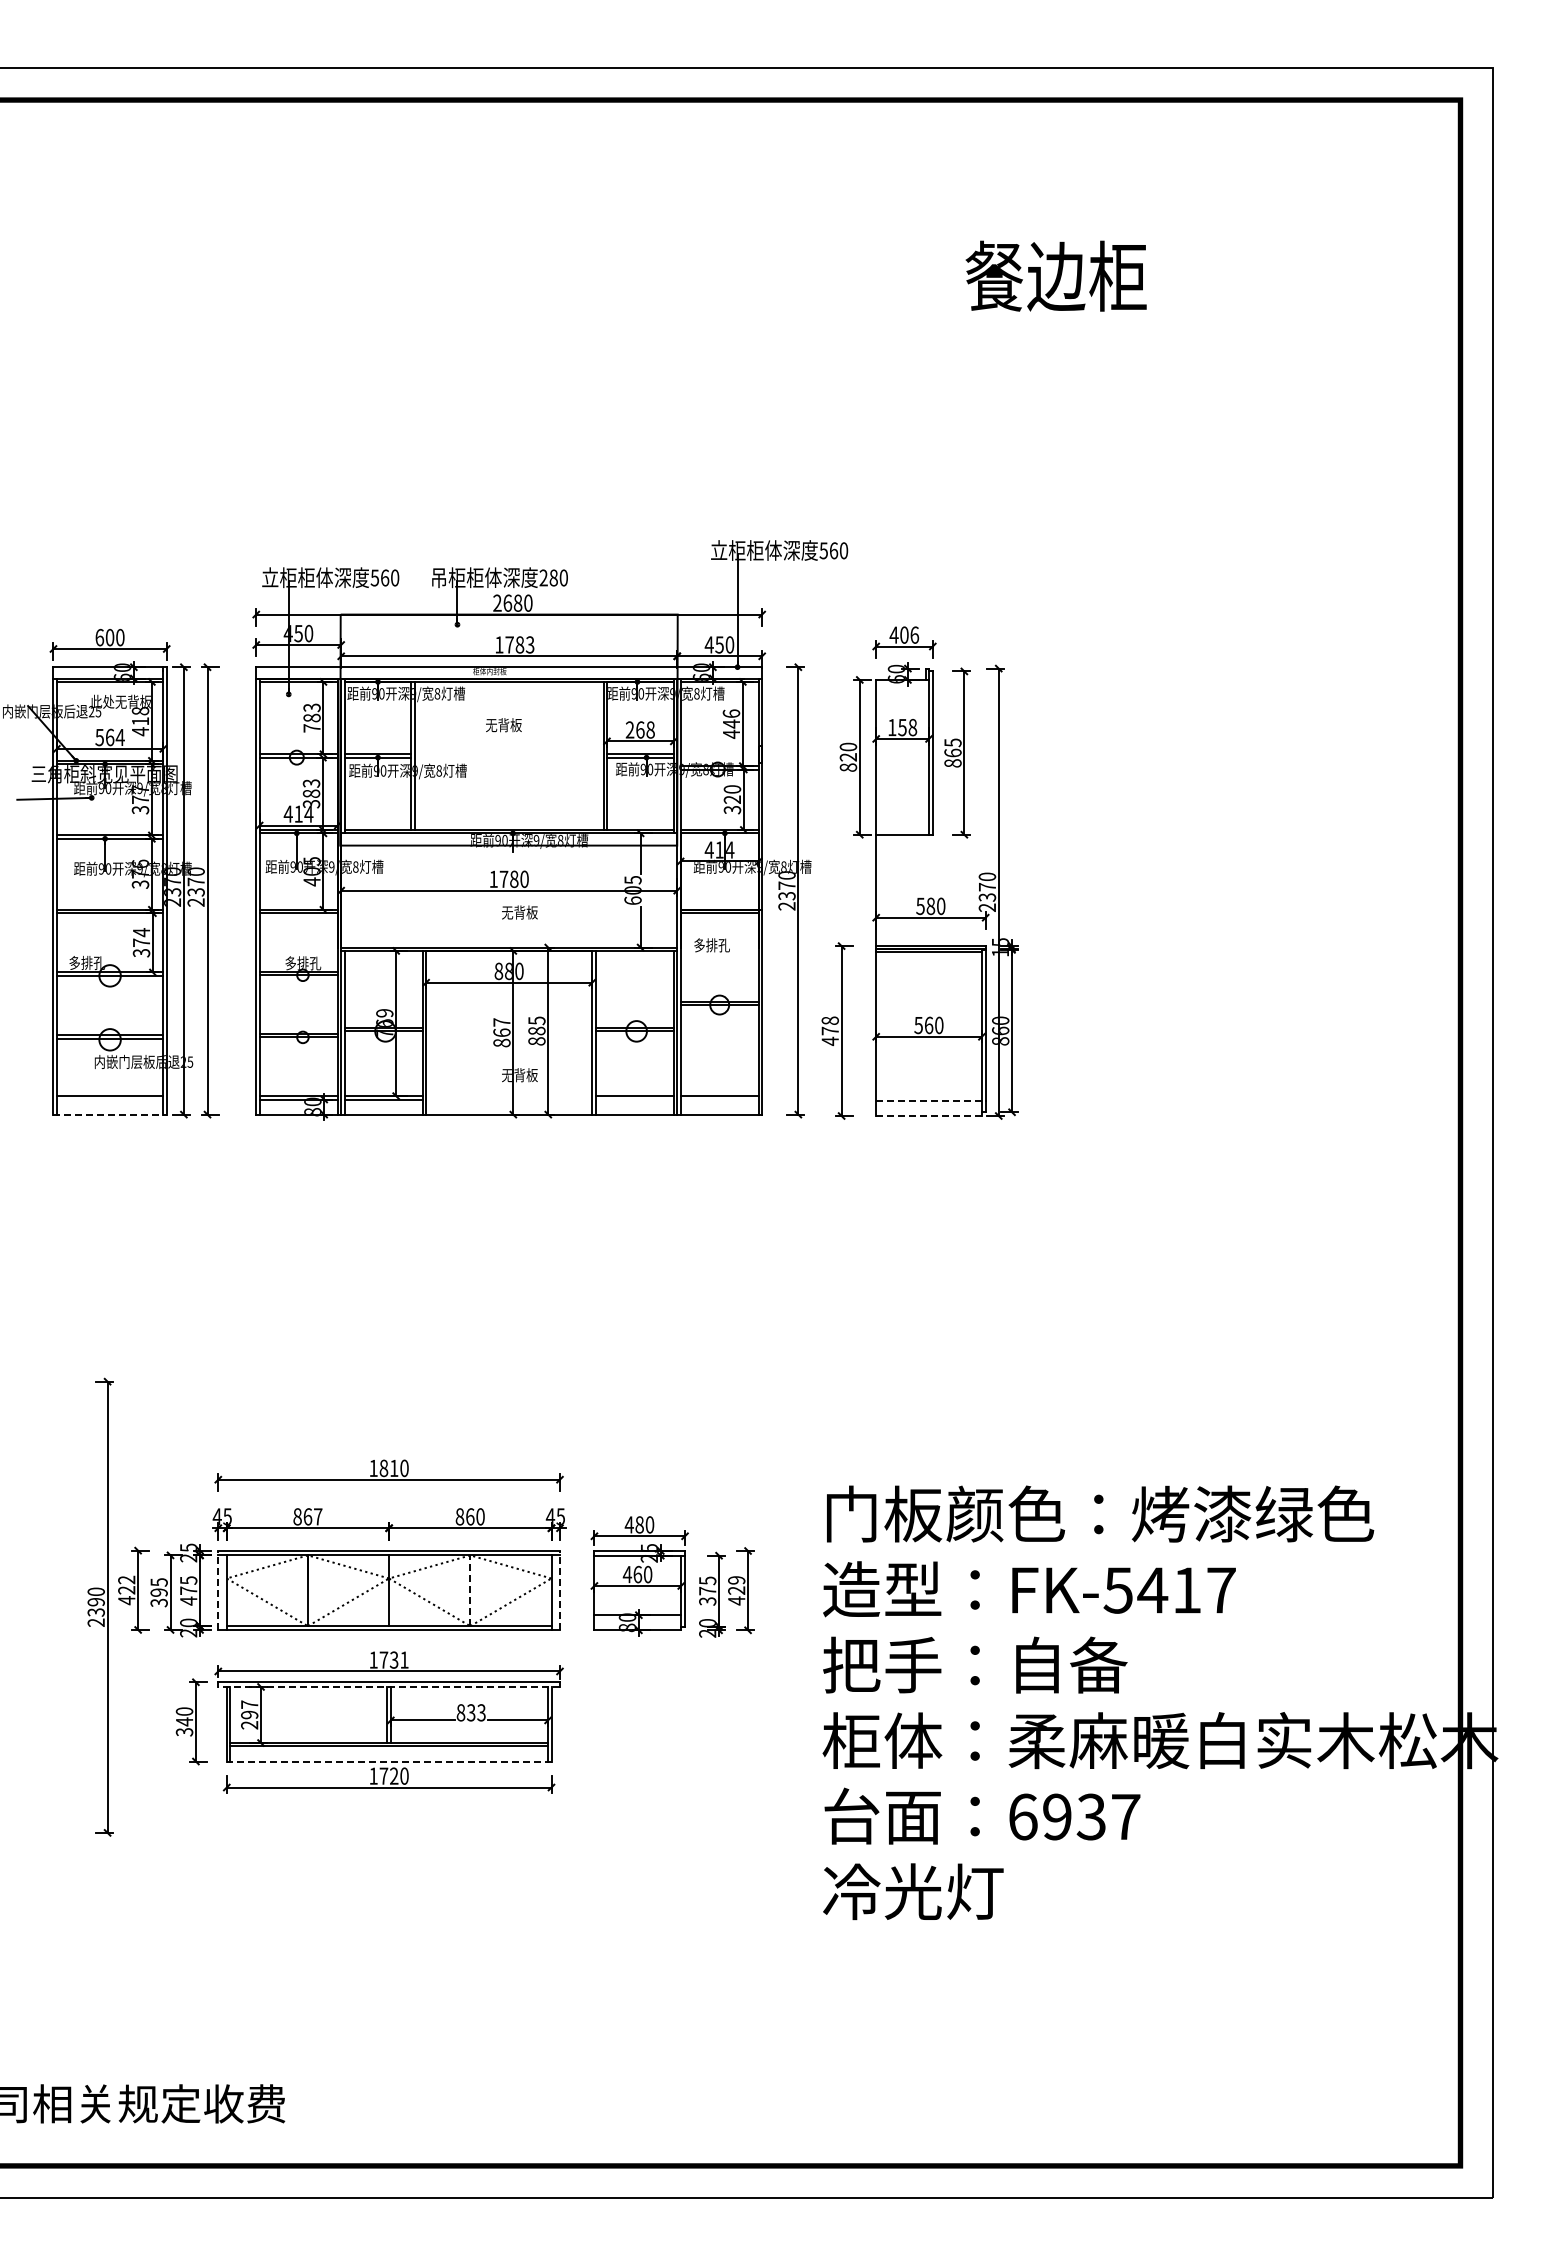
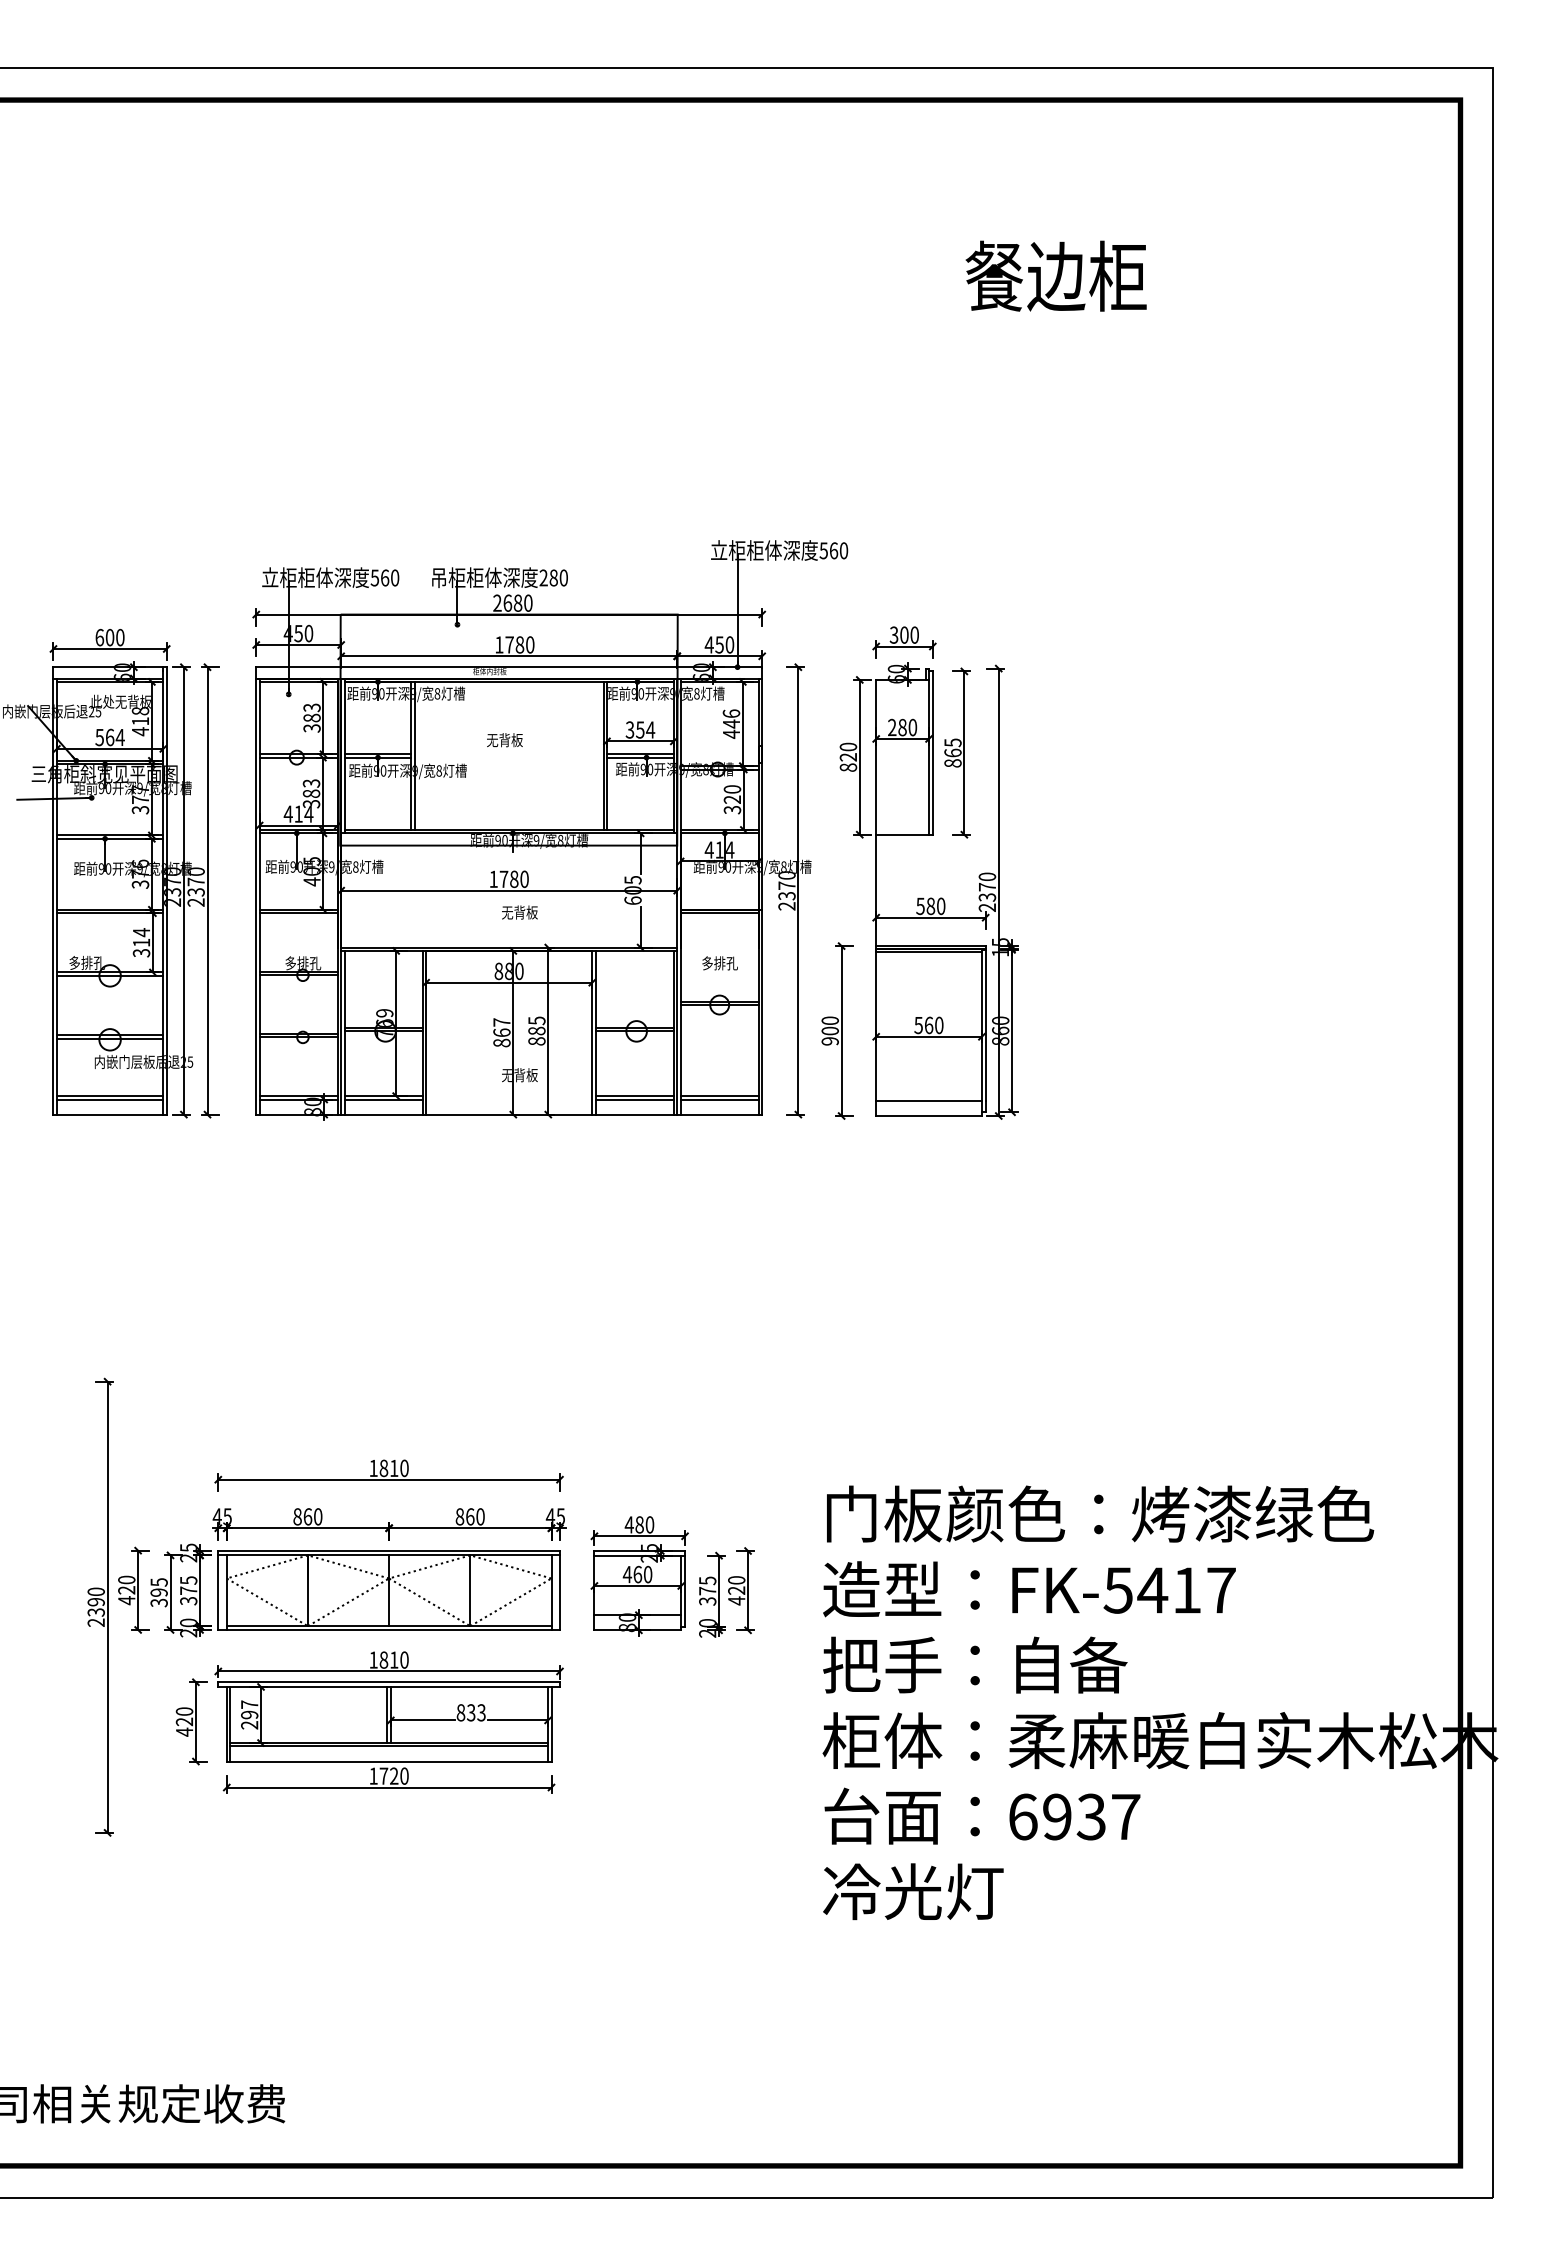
text at (904, 634): 406 -> 300
text at (529, 644): 1783 -> 1780
text at (503, 725) position: (503, 725) -> (504, 740)
text at (902, 727): 158 -> 280
text at (311, 728): 783 -> 383
text at (640, 729): 268 -> 354
text at (141, 942): 374 -> 314
text at (711, 945) position: (711, 945) -> (719, 963)
text at (829, 1031): 478 -> 900
line at (109, 1099): none -> present
line at (634, 1099): none -> present
line at (719, 1099): none -> present
line at (929, 1100): dashed -> solid
line at (110, 1114): dashed -> solid
line at (929, 1116): dashed -> solid
text at (318, 1516): 867 -> 860
text at (126, 1579): 422 -> 420
text at (736, 1580): 429 -> 420
line at (218, 1590): dashed -> solid
line at (470, 1590): dashed -> solid
line at (559, 1590): dashed -> solid
text at (188, 1600): 475 -> 375
text at (393, 1659): 1731 -> 1810
line at (389, 1686): dashed -> solid
text at (184, 1726): 340 -> 420
line at (388, 1761): dashed -> solid
